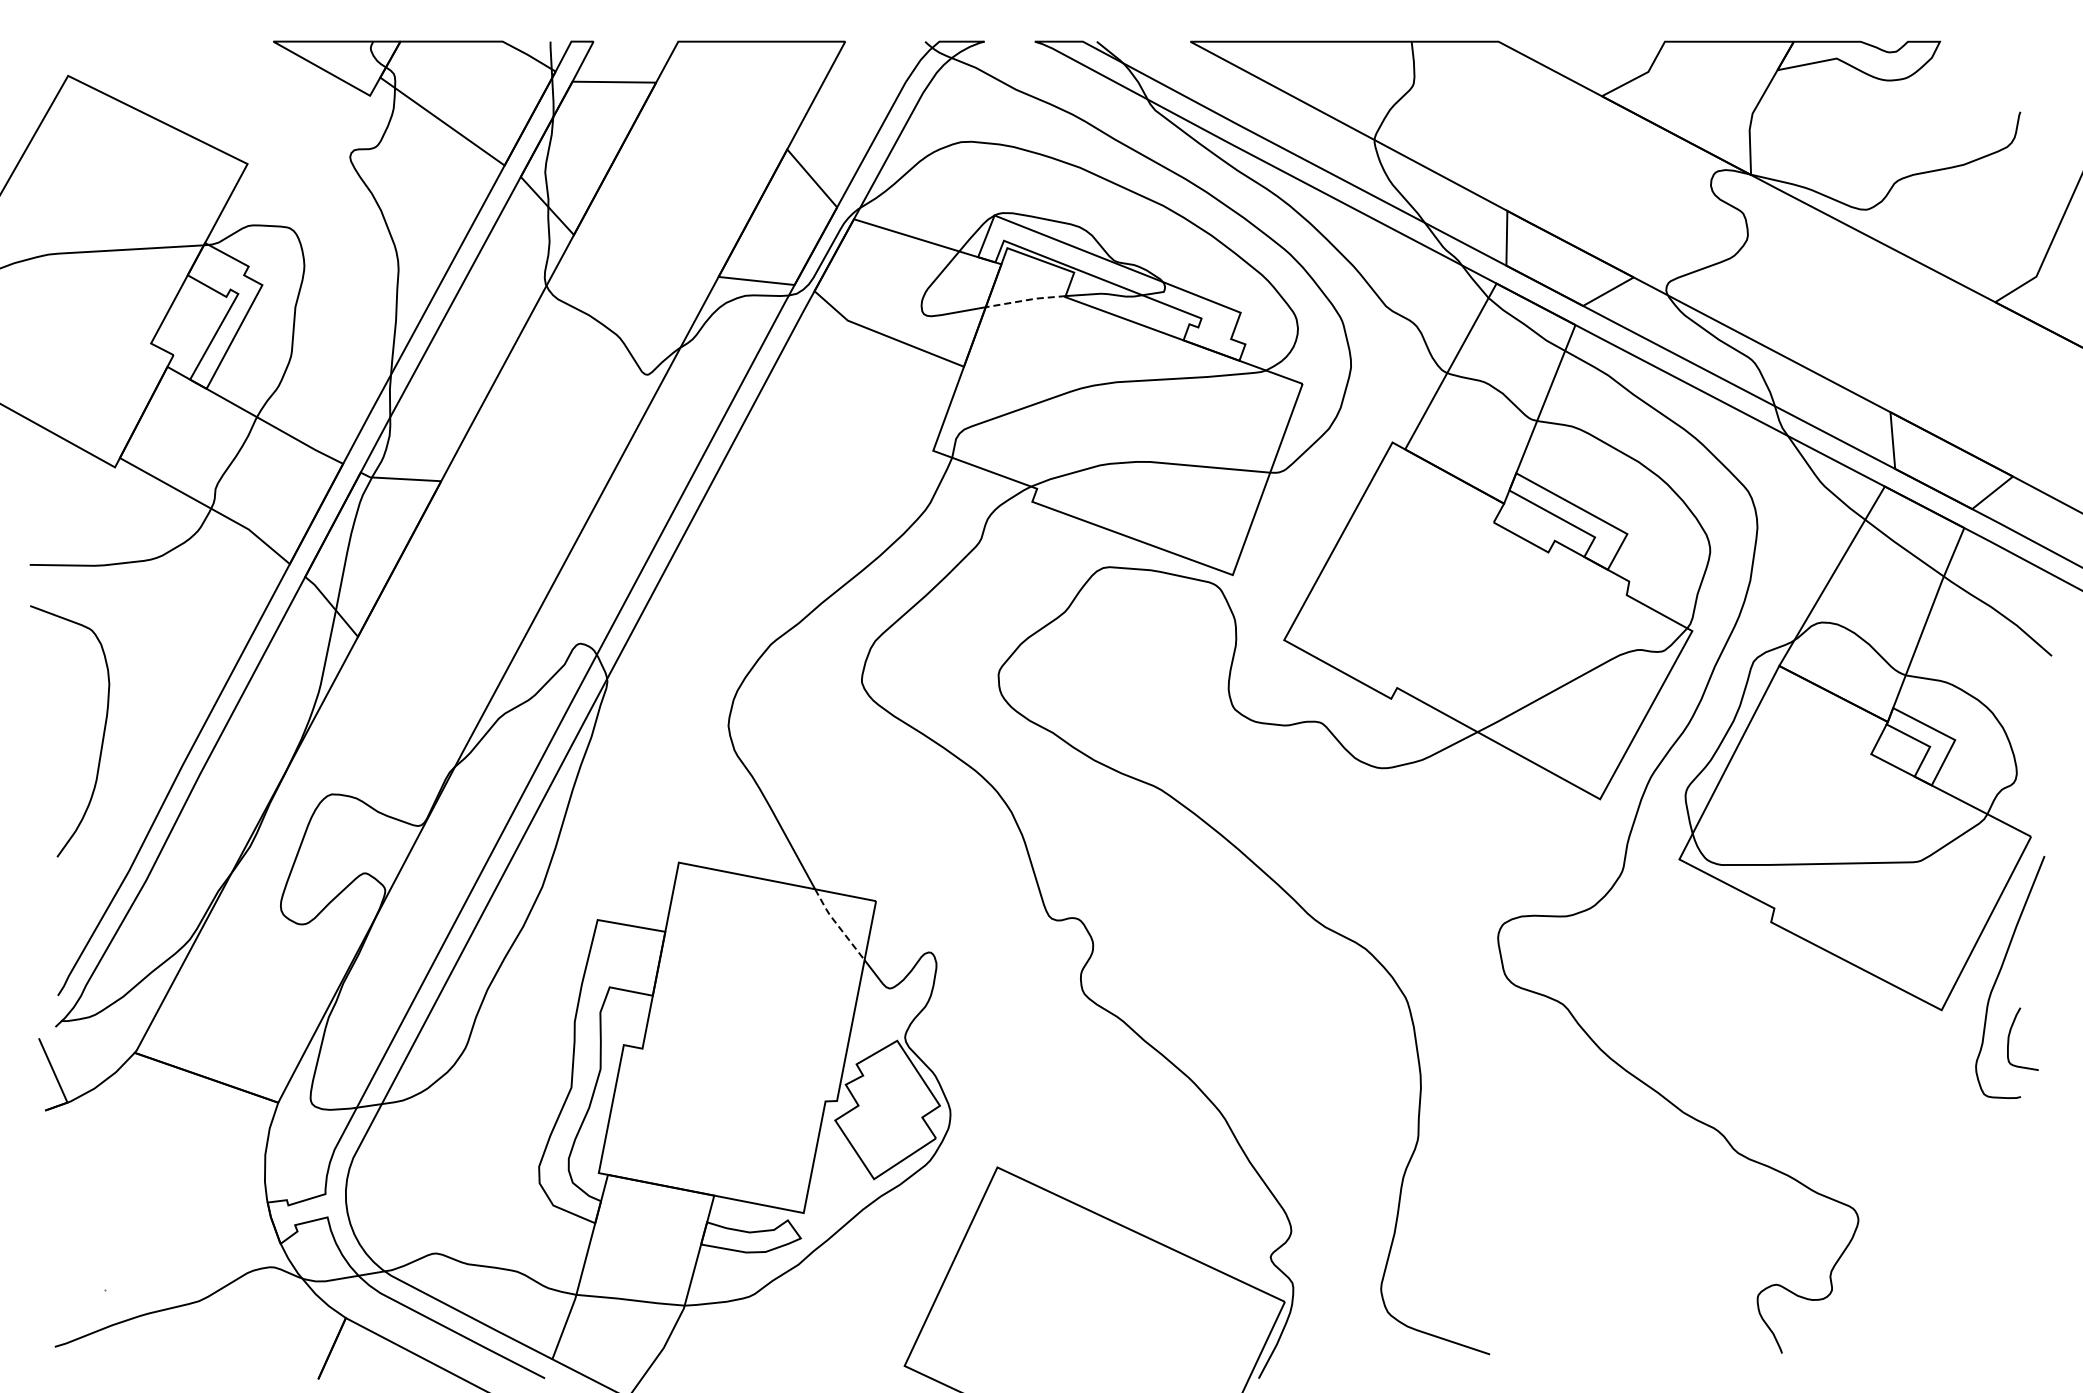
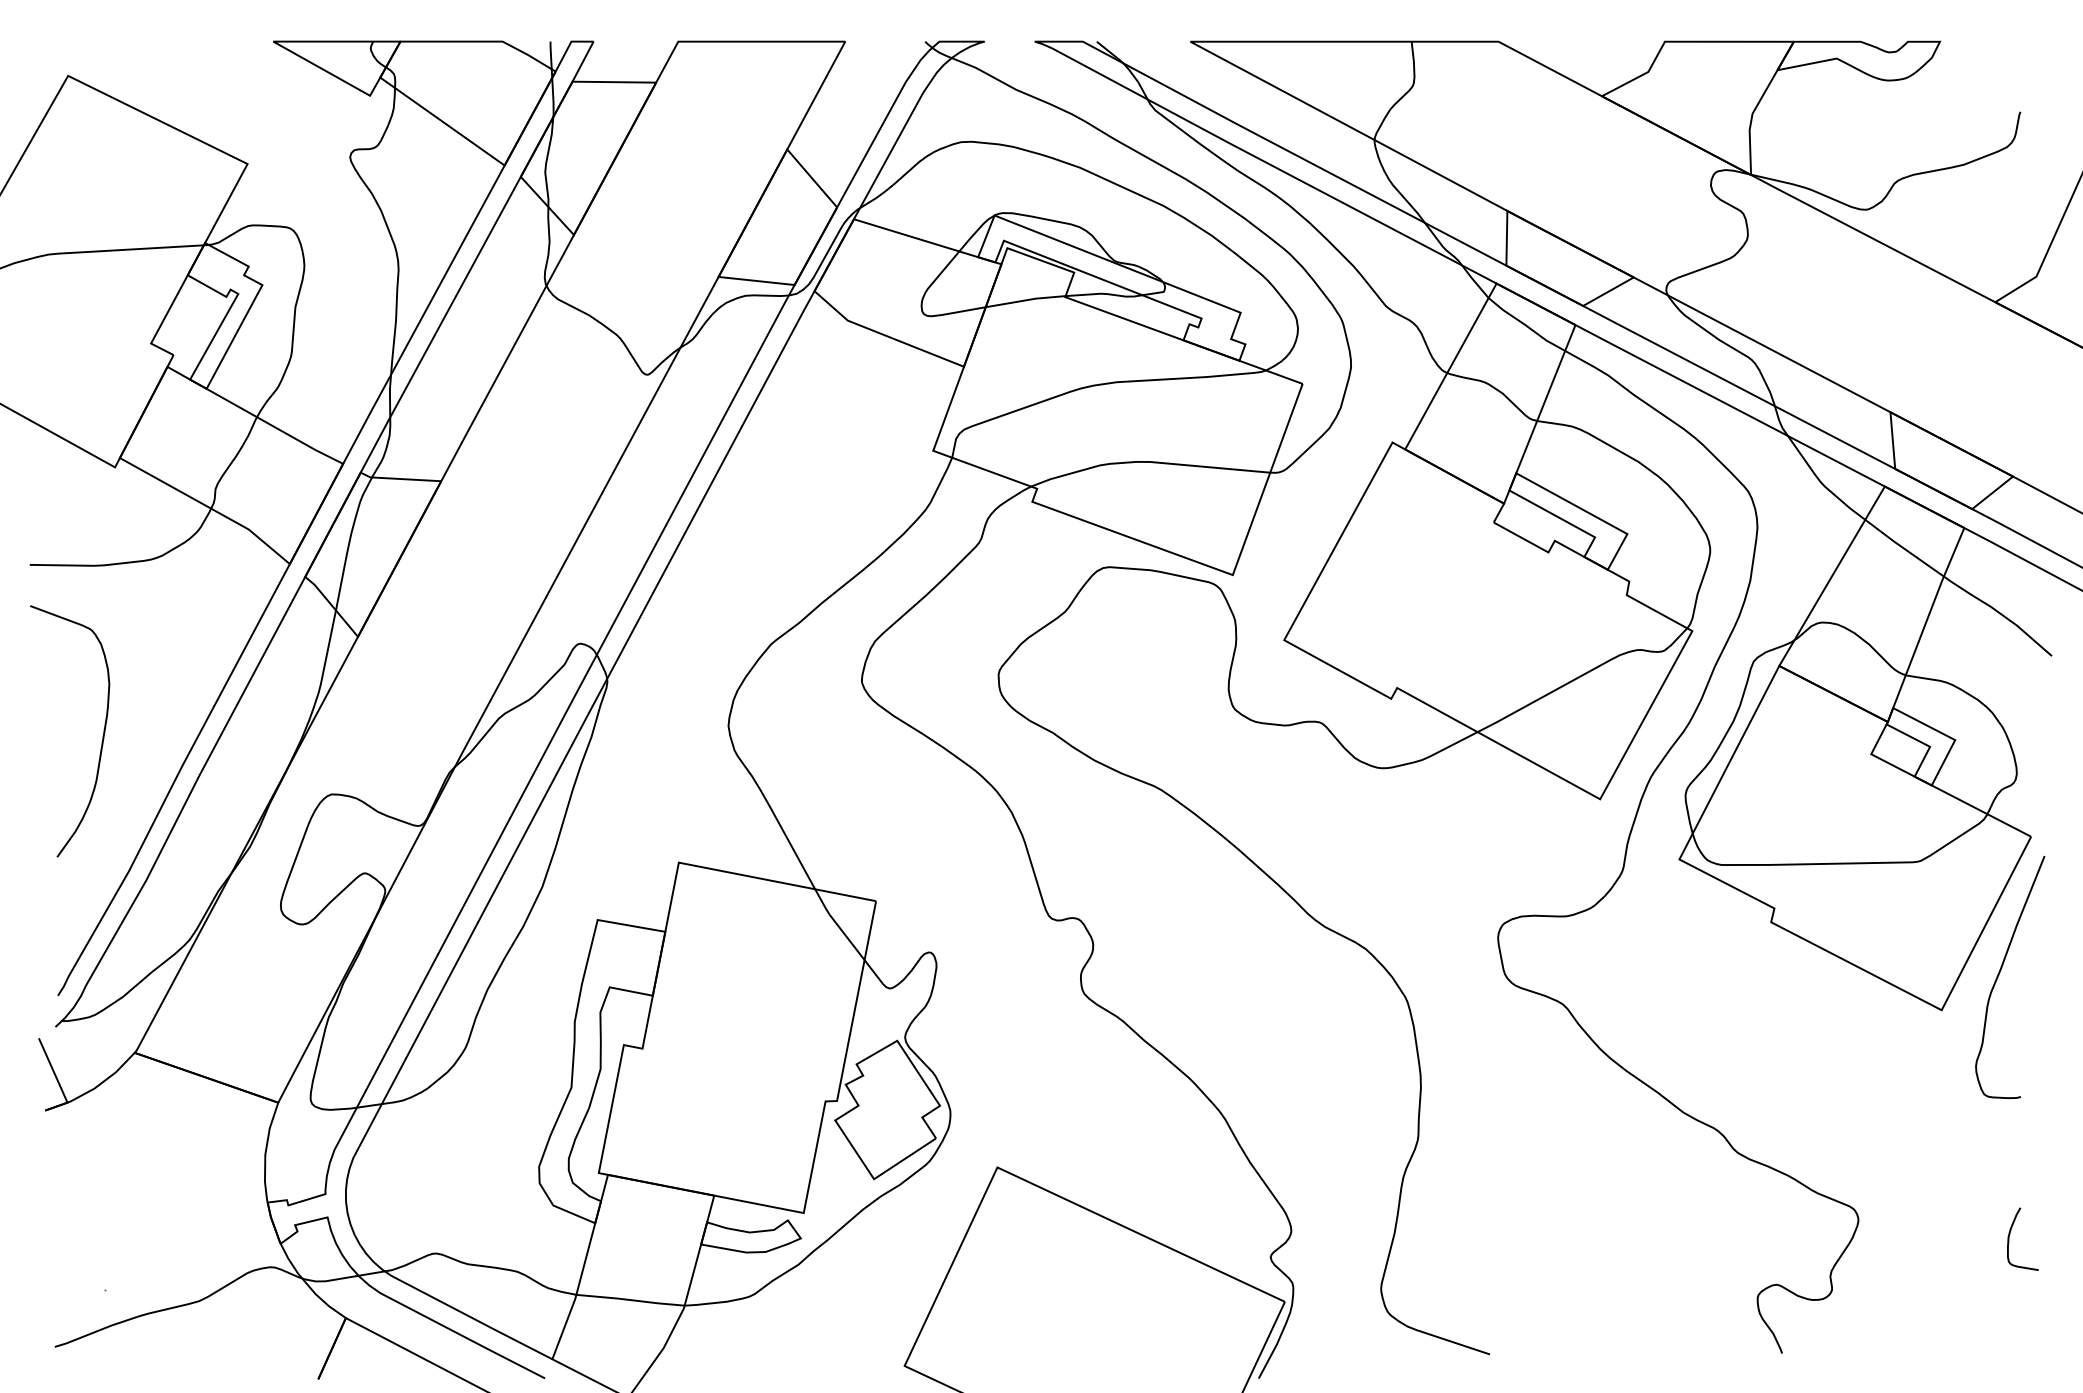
line at (1026, 300): dashed -> solid
line at (837, 925): dashed -> solid
curve at (2010, 1034) position: (2010, 1034) -> (2010, 1234)
